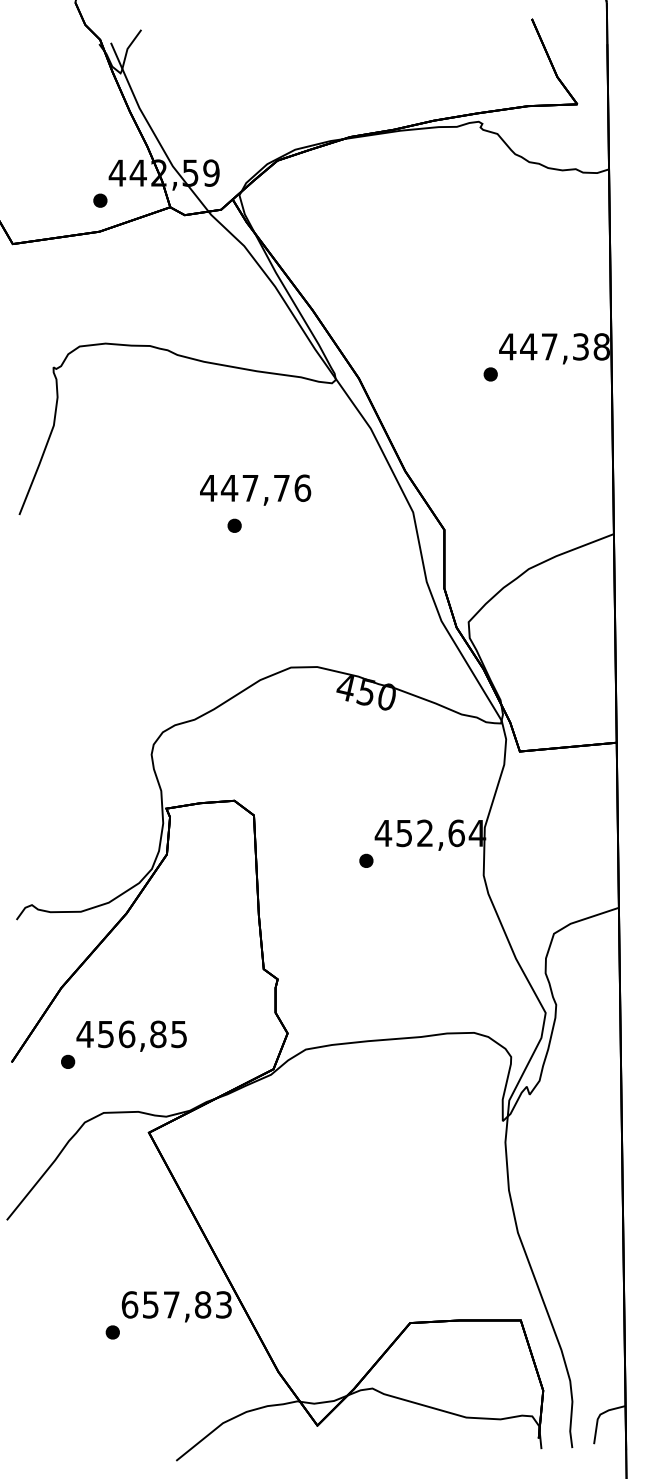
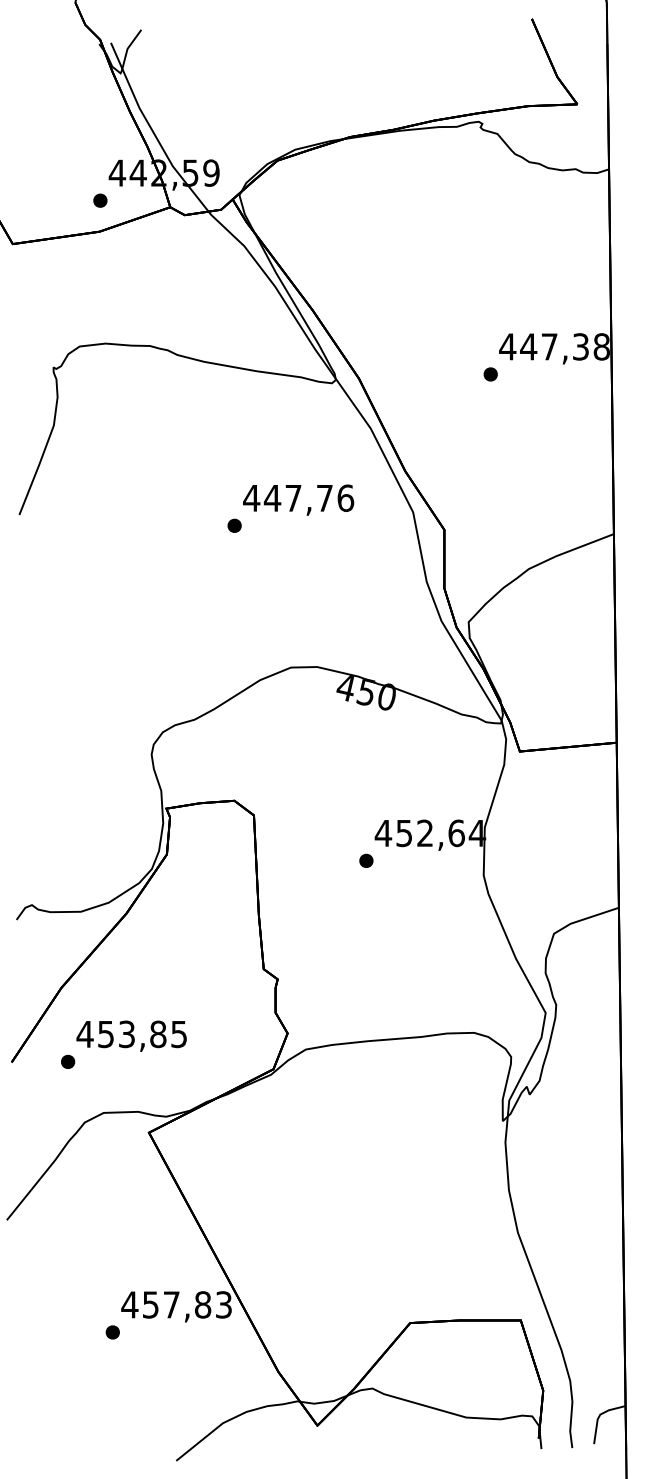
text at (255, 489) position: (255, 489) -> (298, 499)
text at (127, 1034): 456,85 -> 453,85
text at (129, 1304): 657,83 -> 457,83
